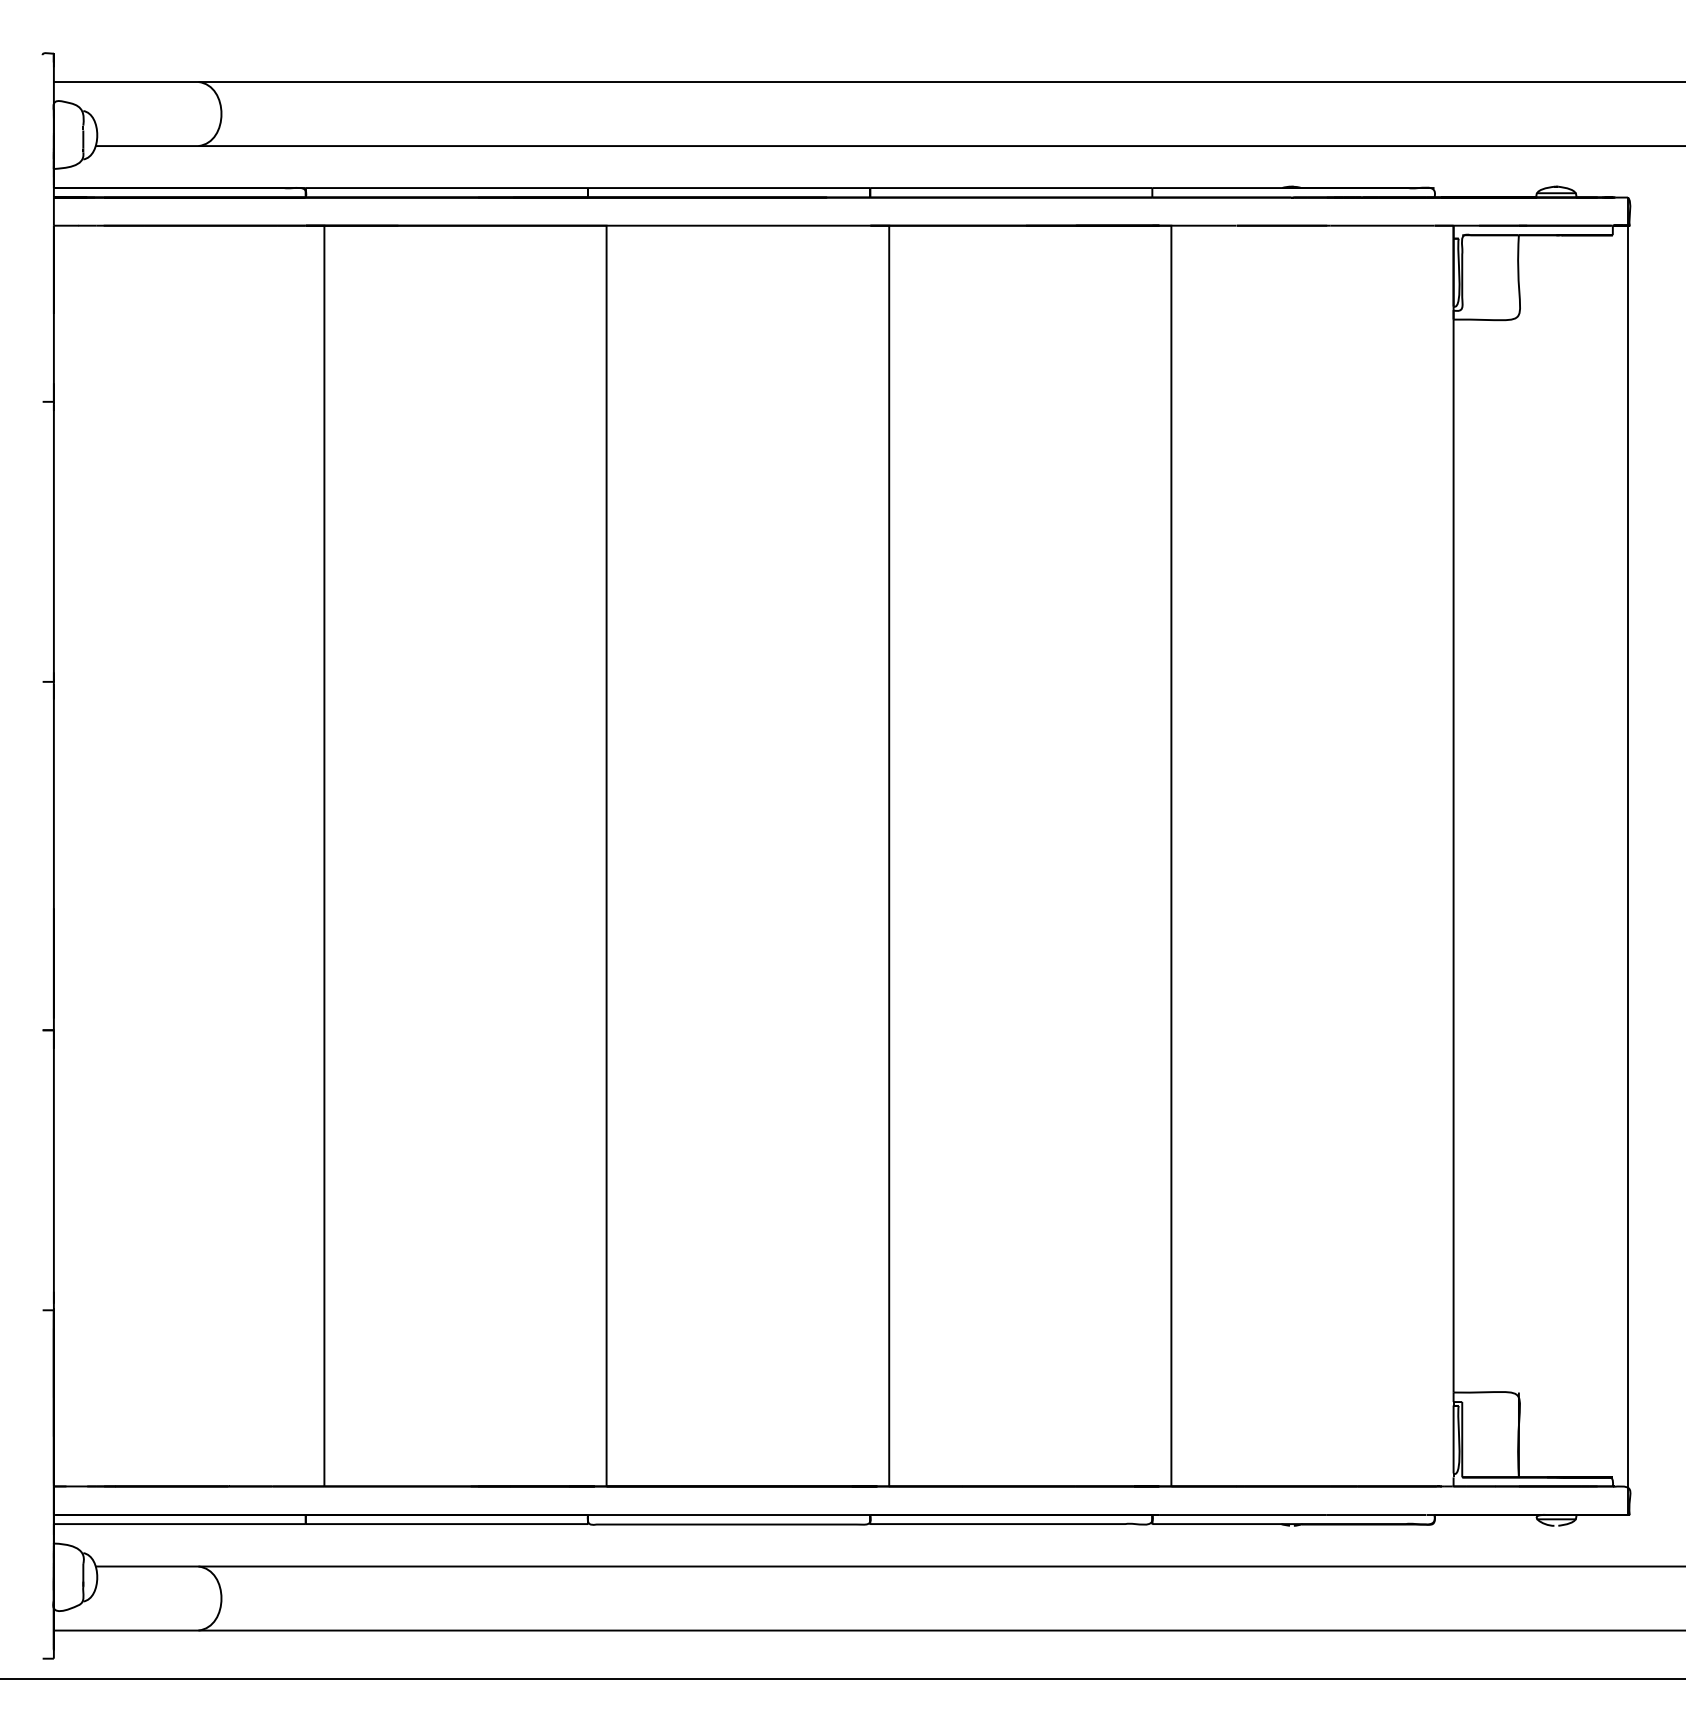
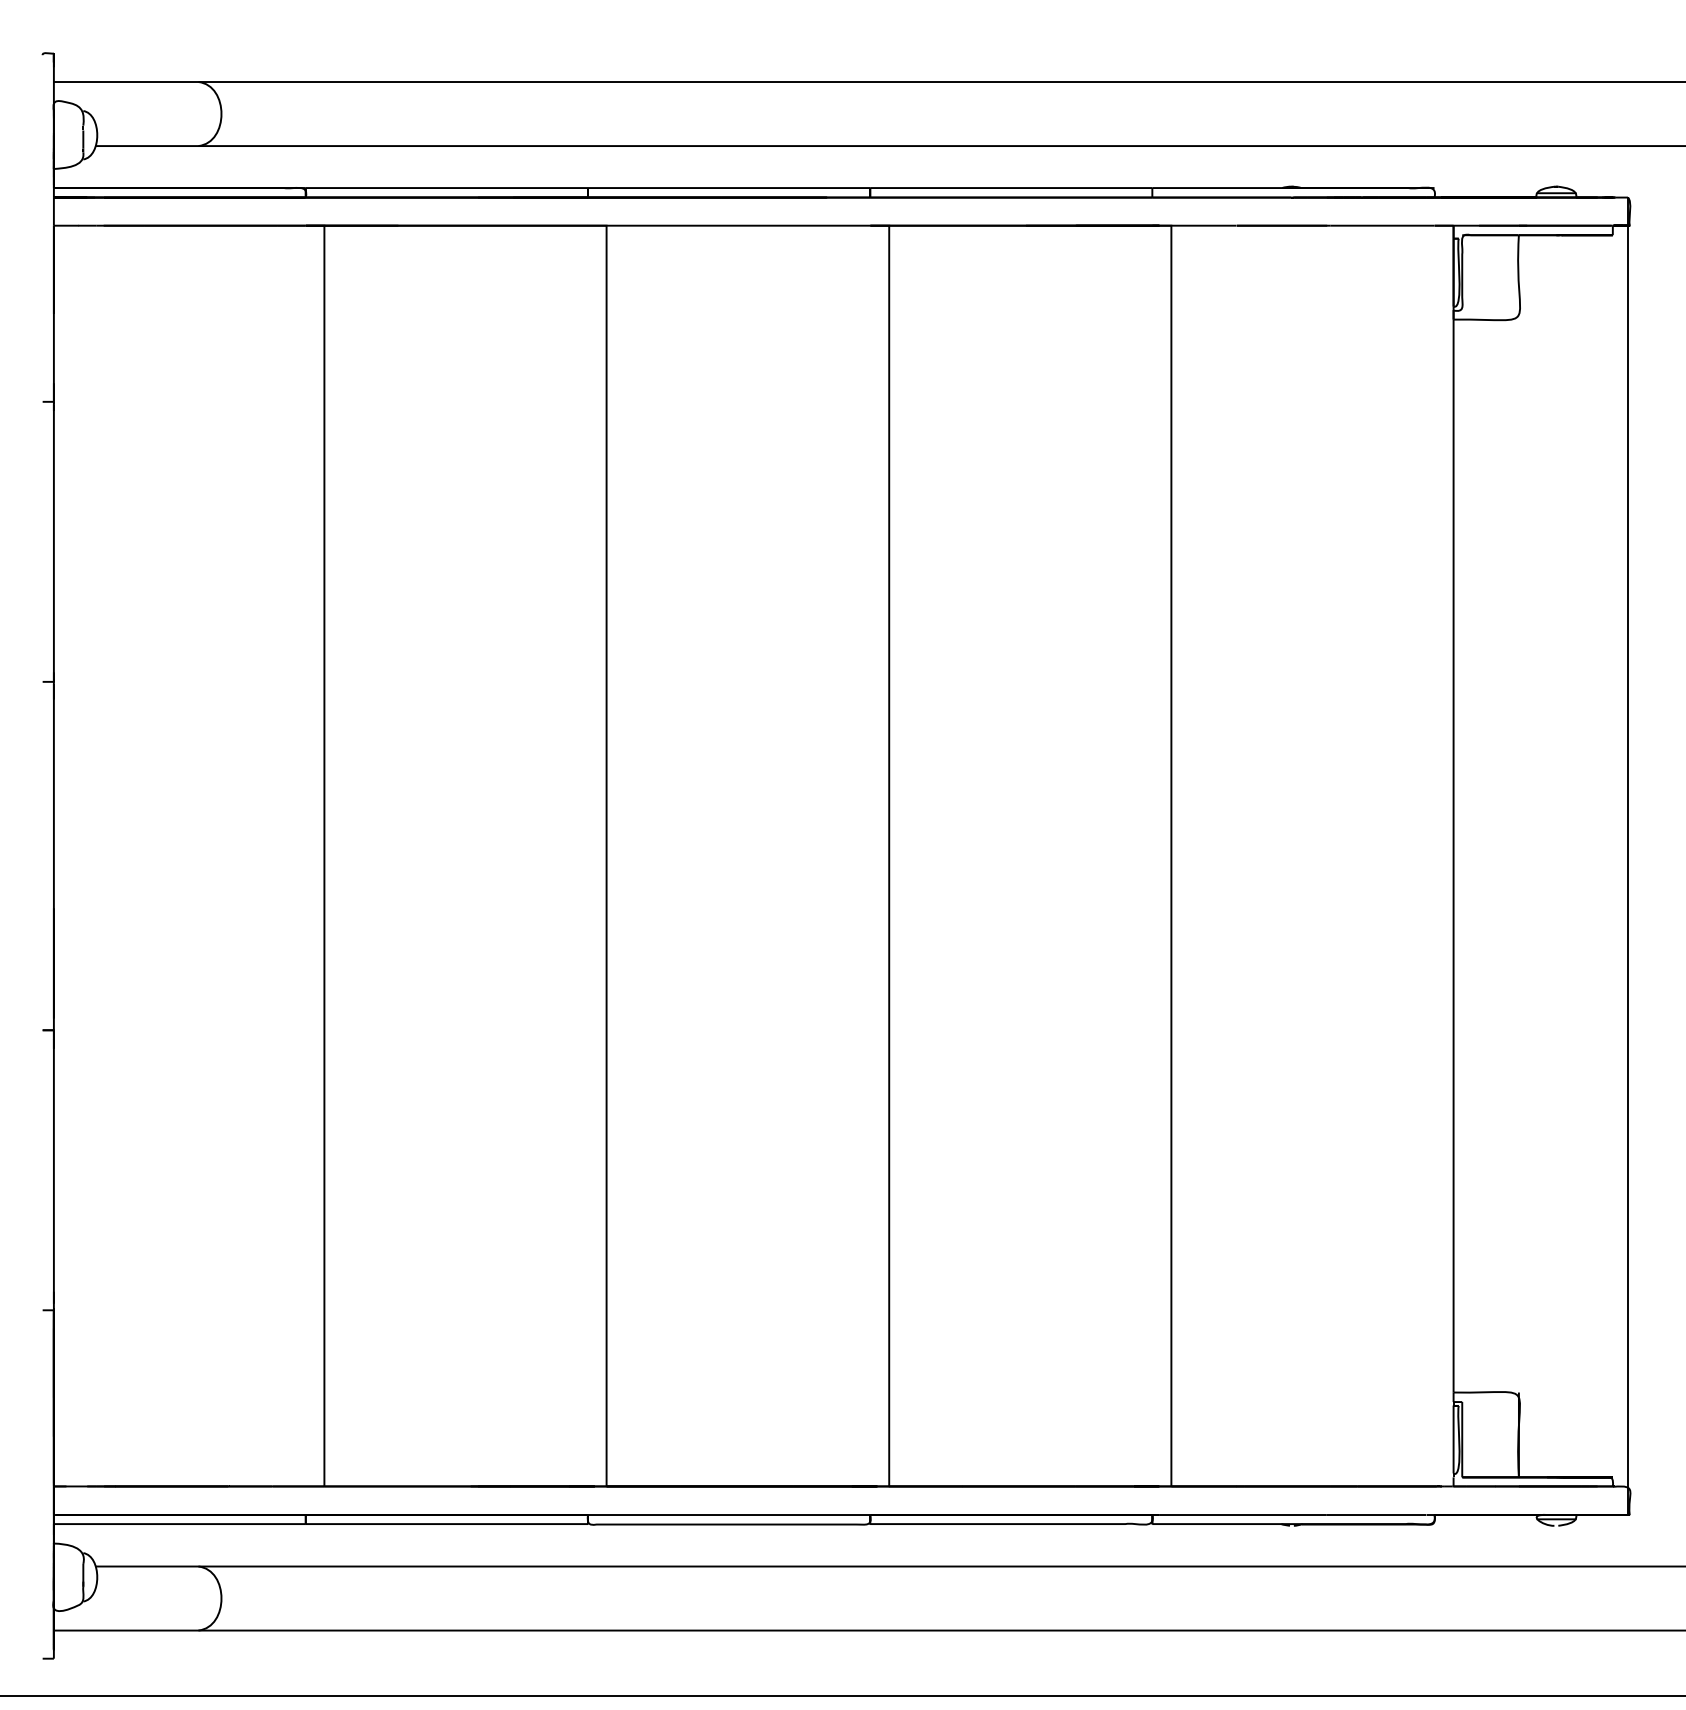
line at (842, 1678) position: (842, 1678) -> (842, 1695)
